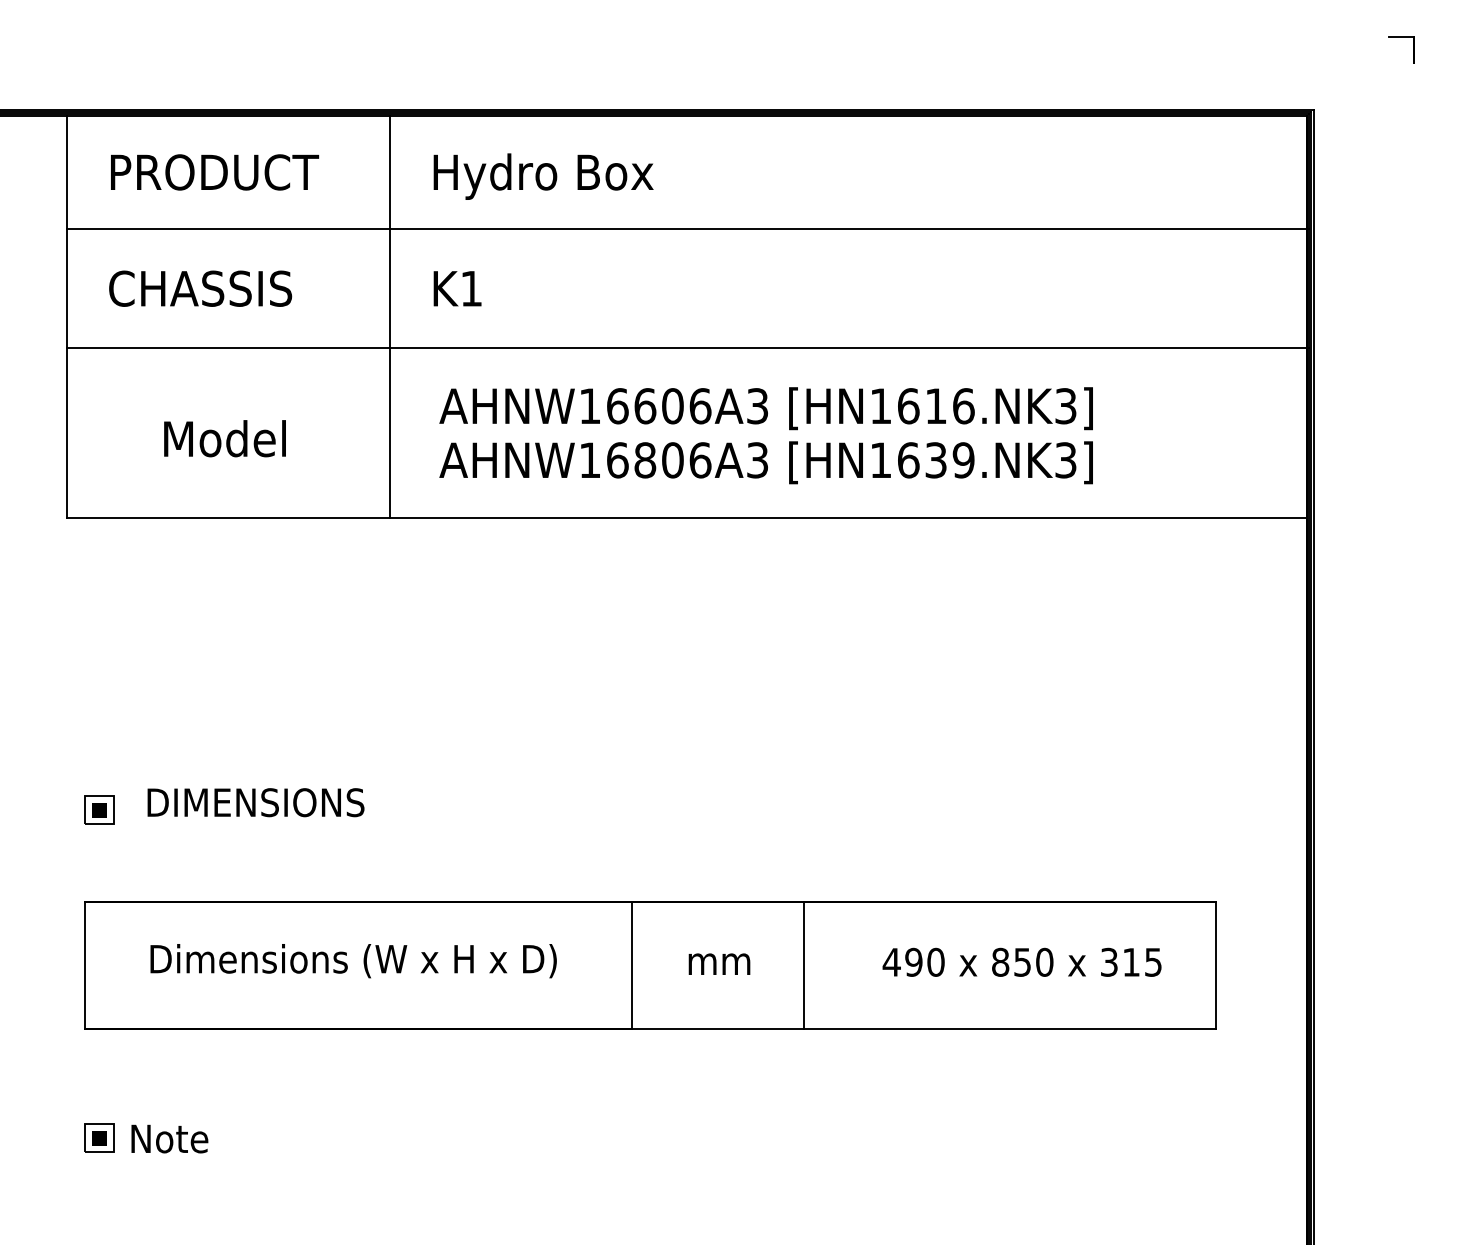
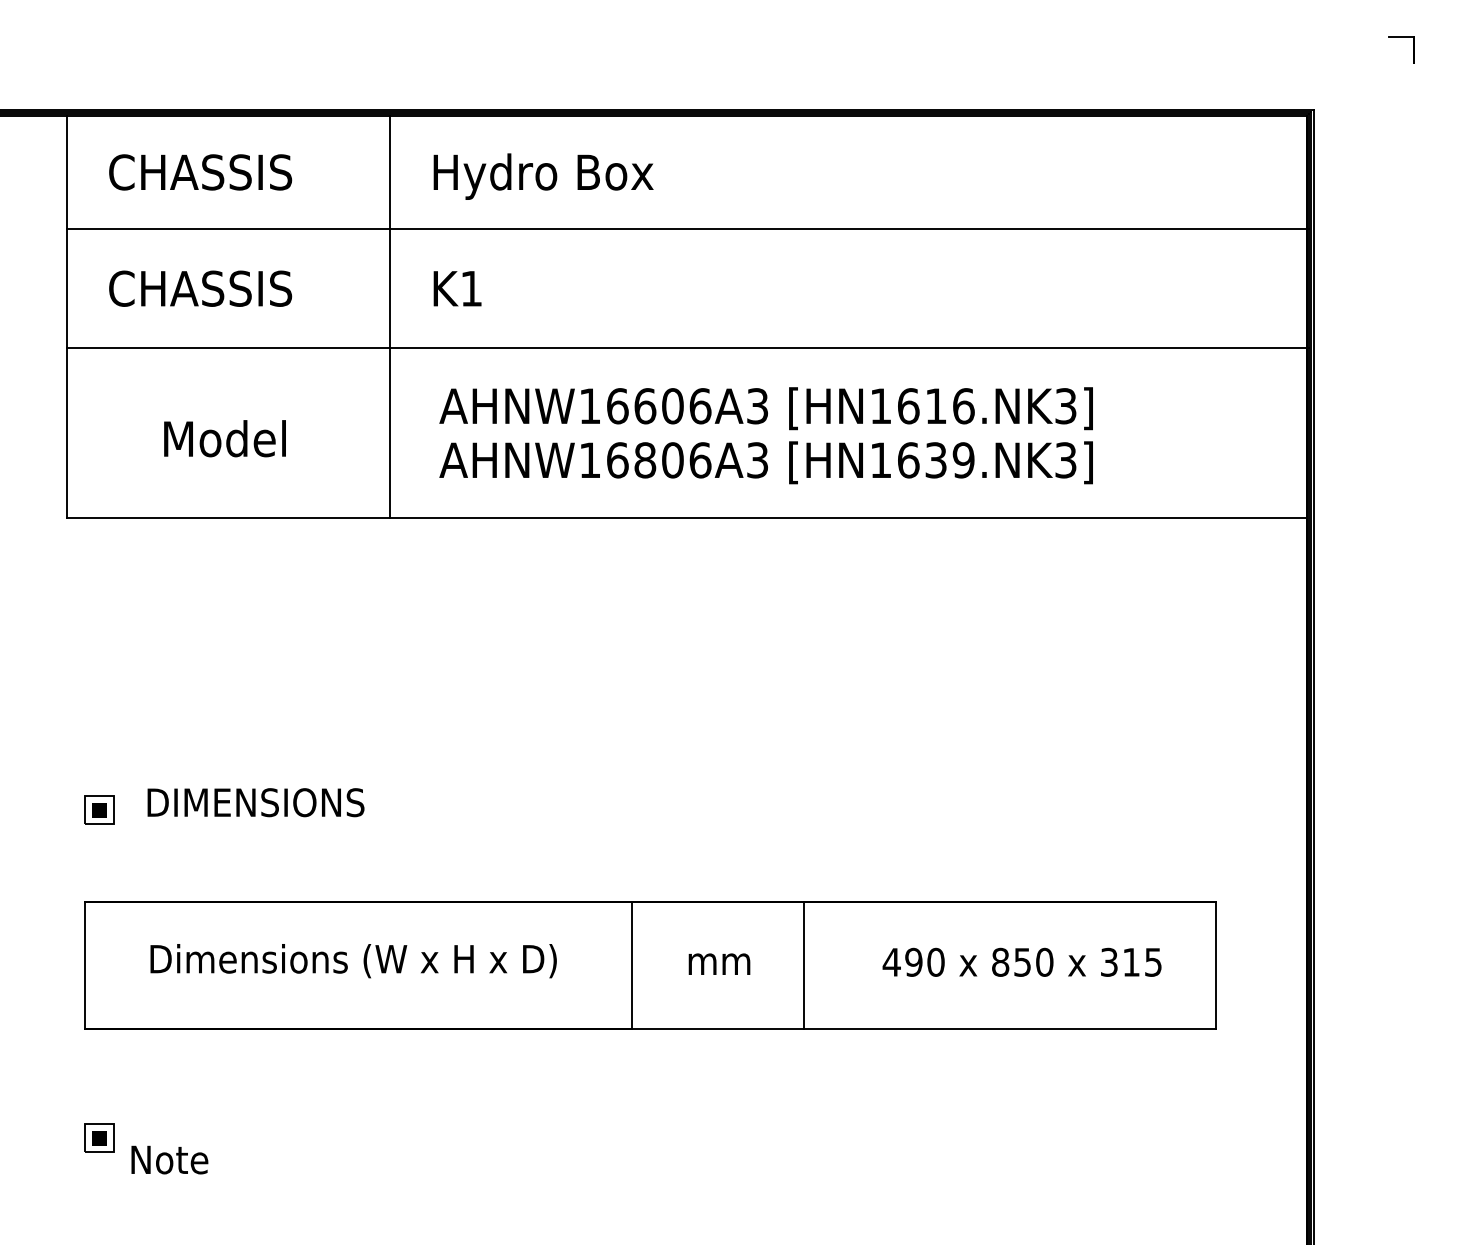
text at (214, 172): PRODUCT -> CHASSIS
text at (169, 1138) position: (169, 1138) -> (169, 1159)
